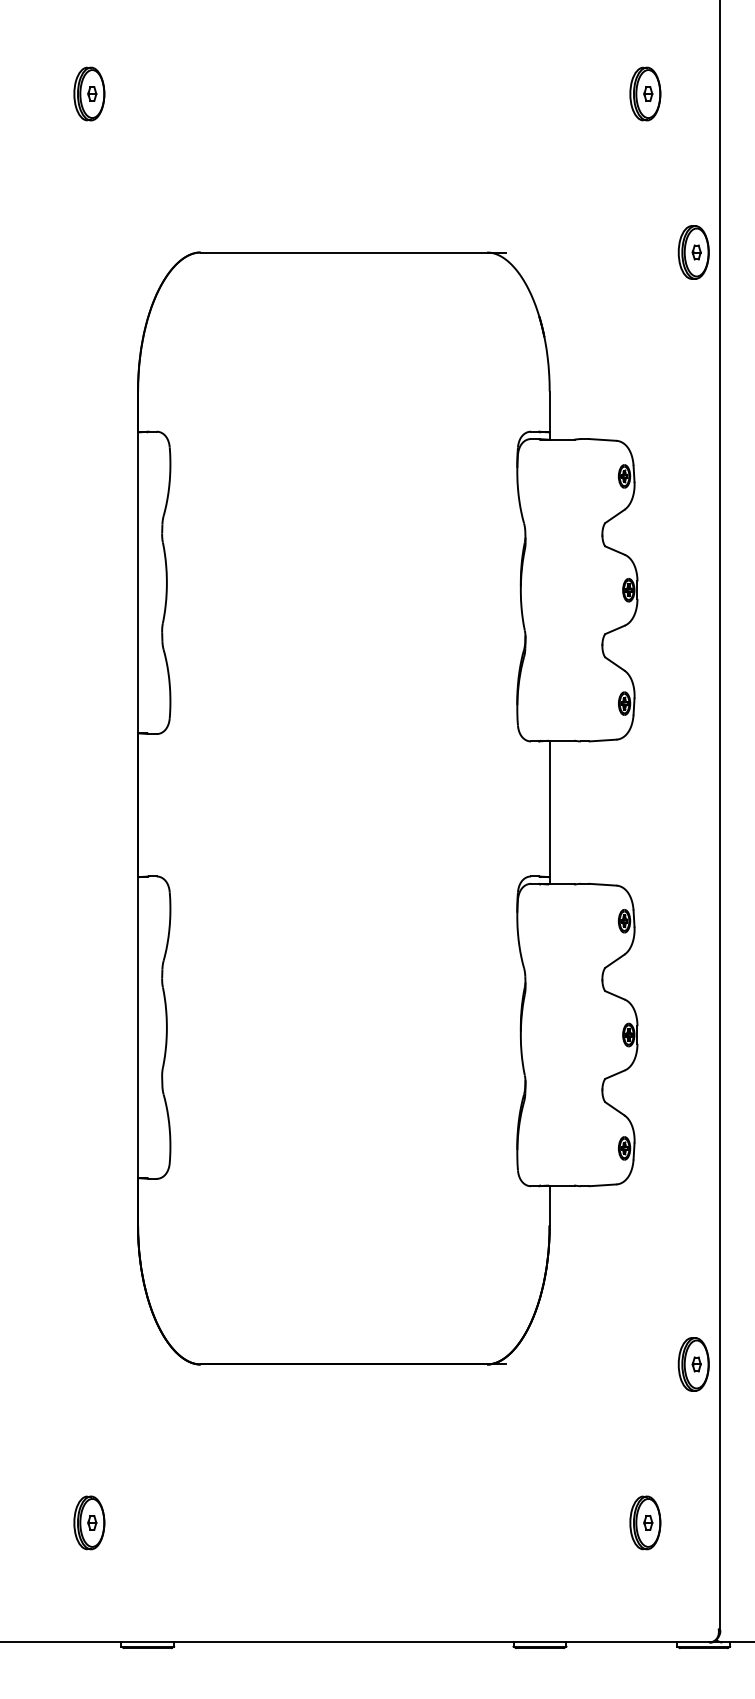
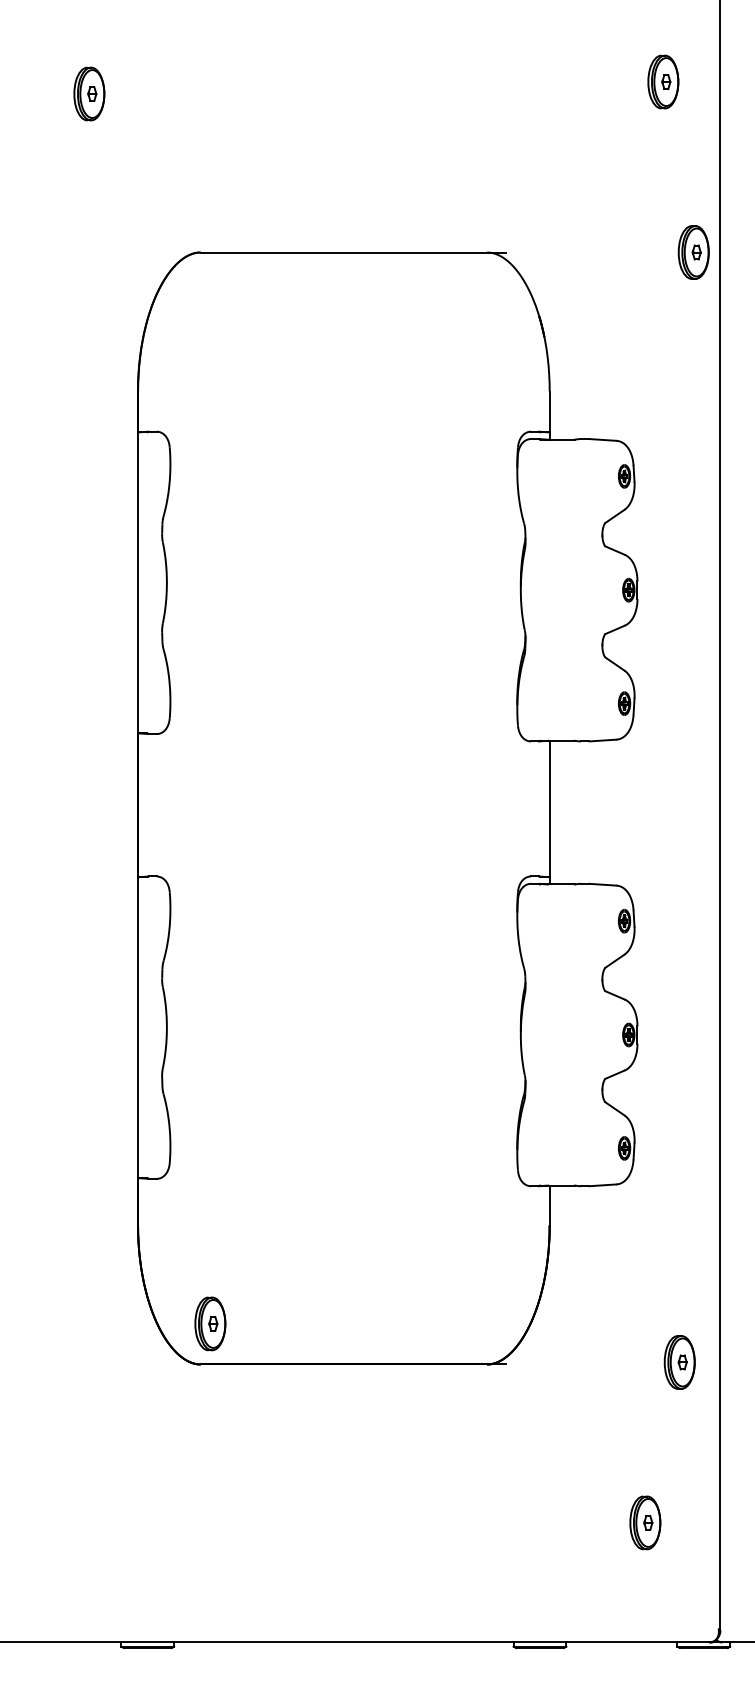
part at (645, 93) position: (645, 93) -> (663, 81)
part at (693, 1364) position: (693, 1364) -> (679, 1362)
part at (89, 1522) position: (89, 1522) -> (210, 1323)
